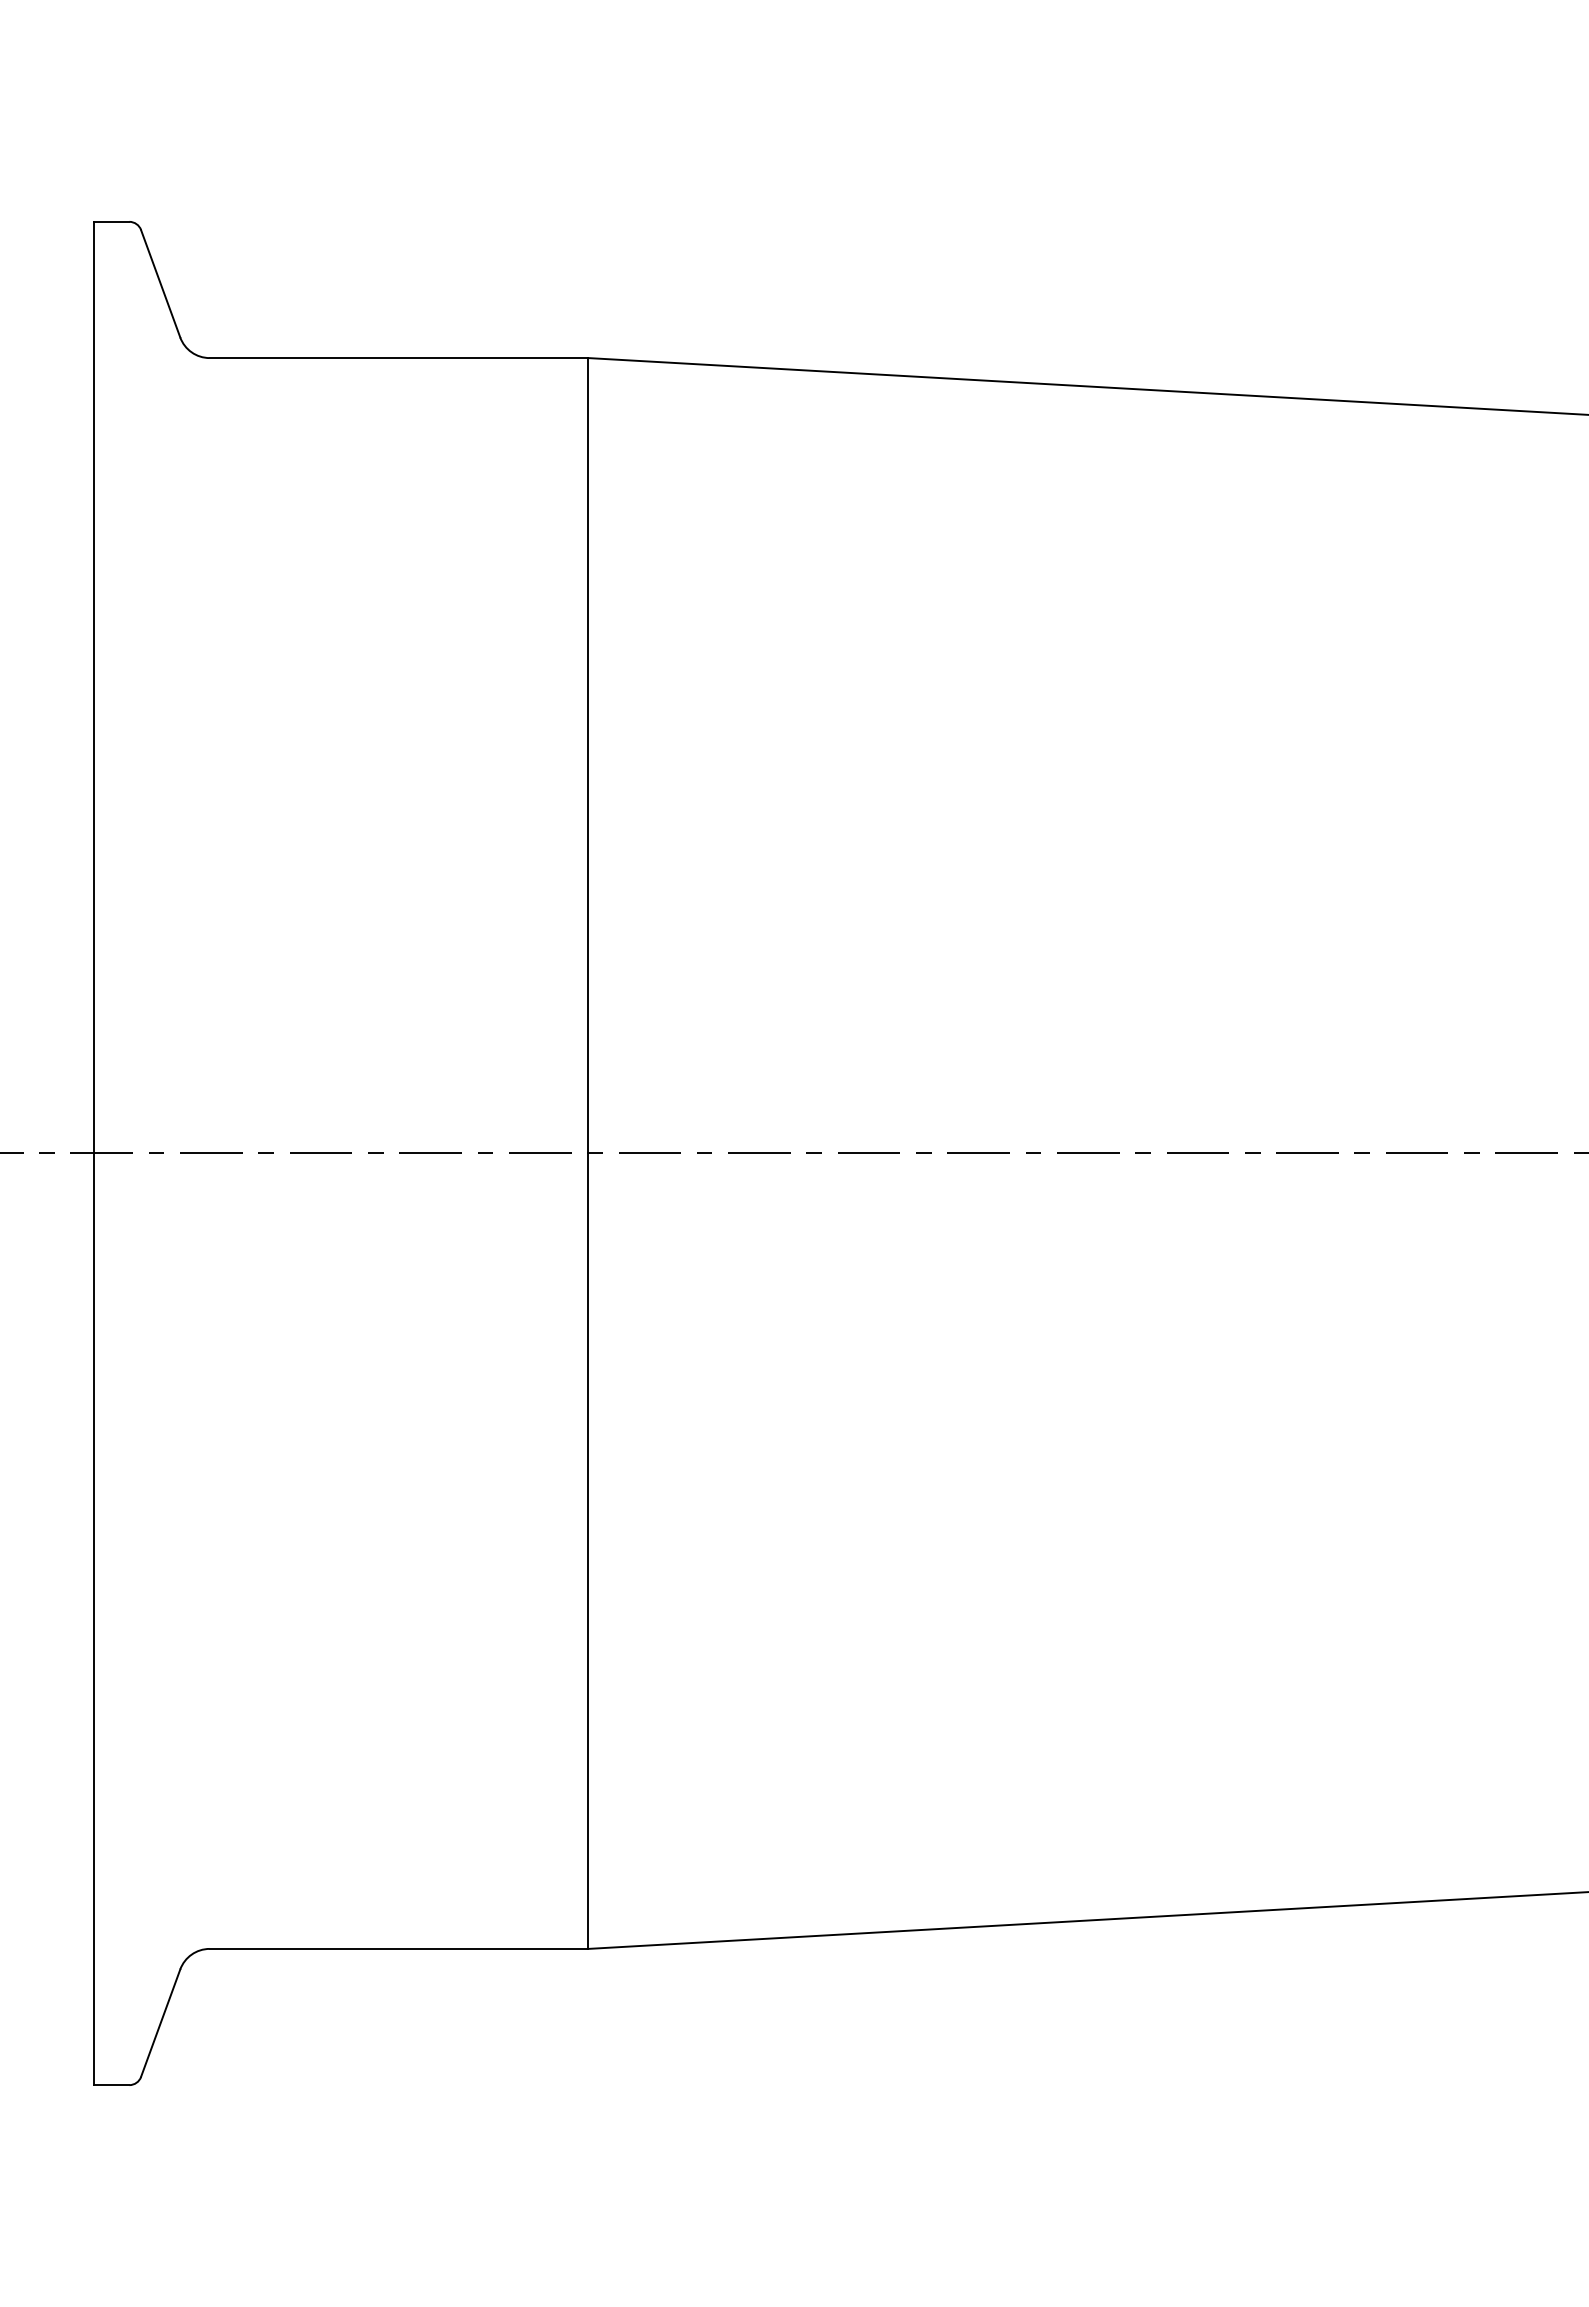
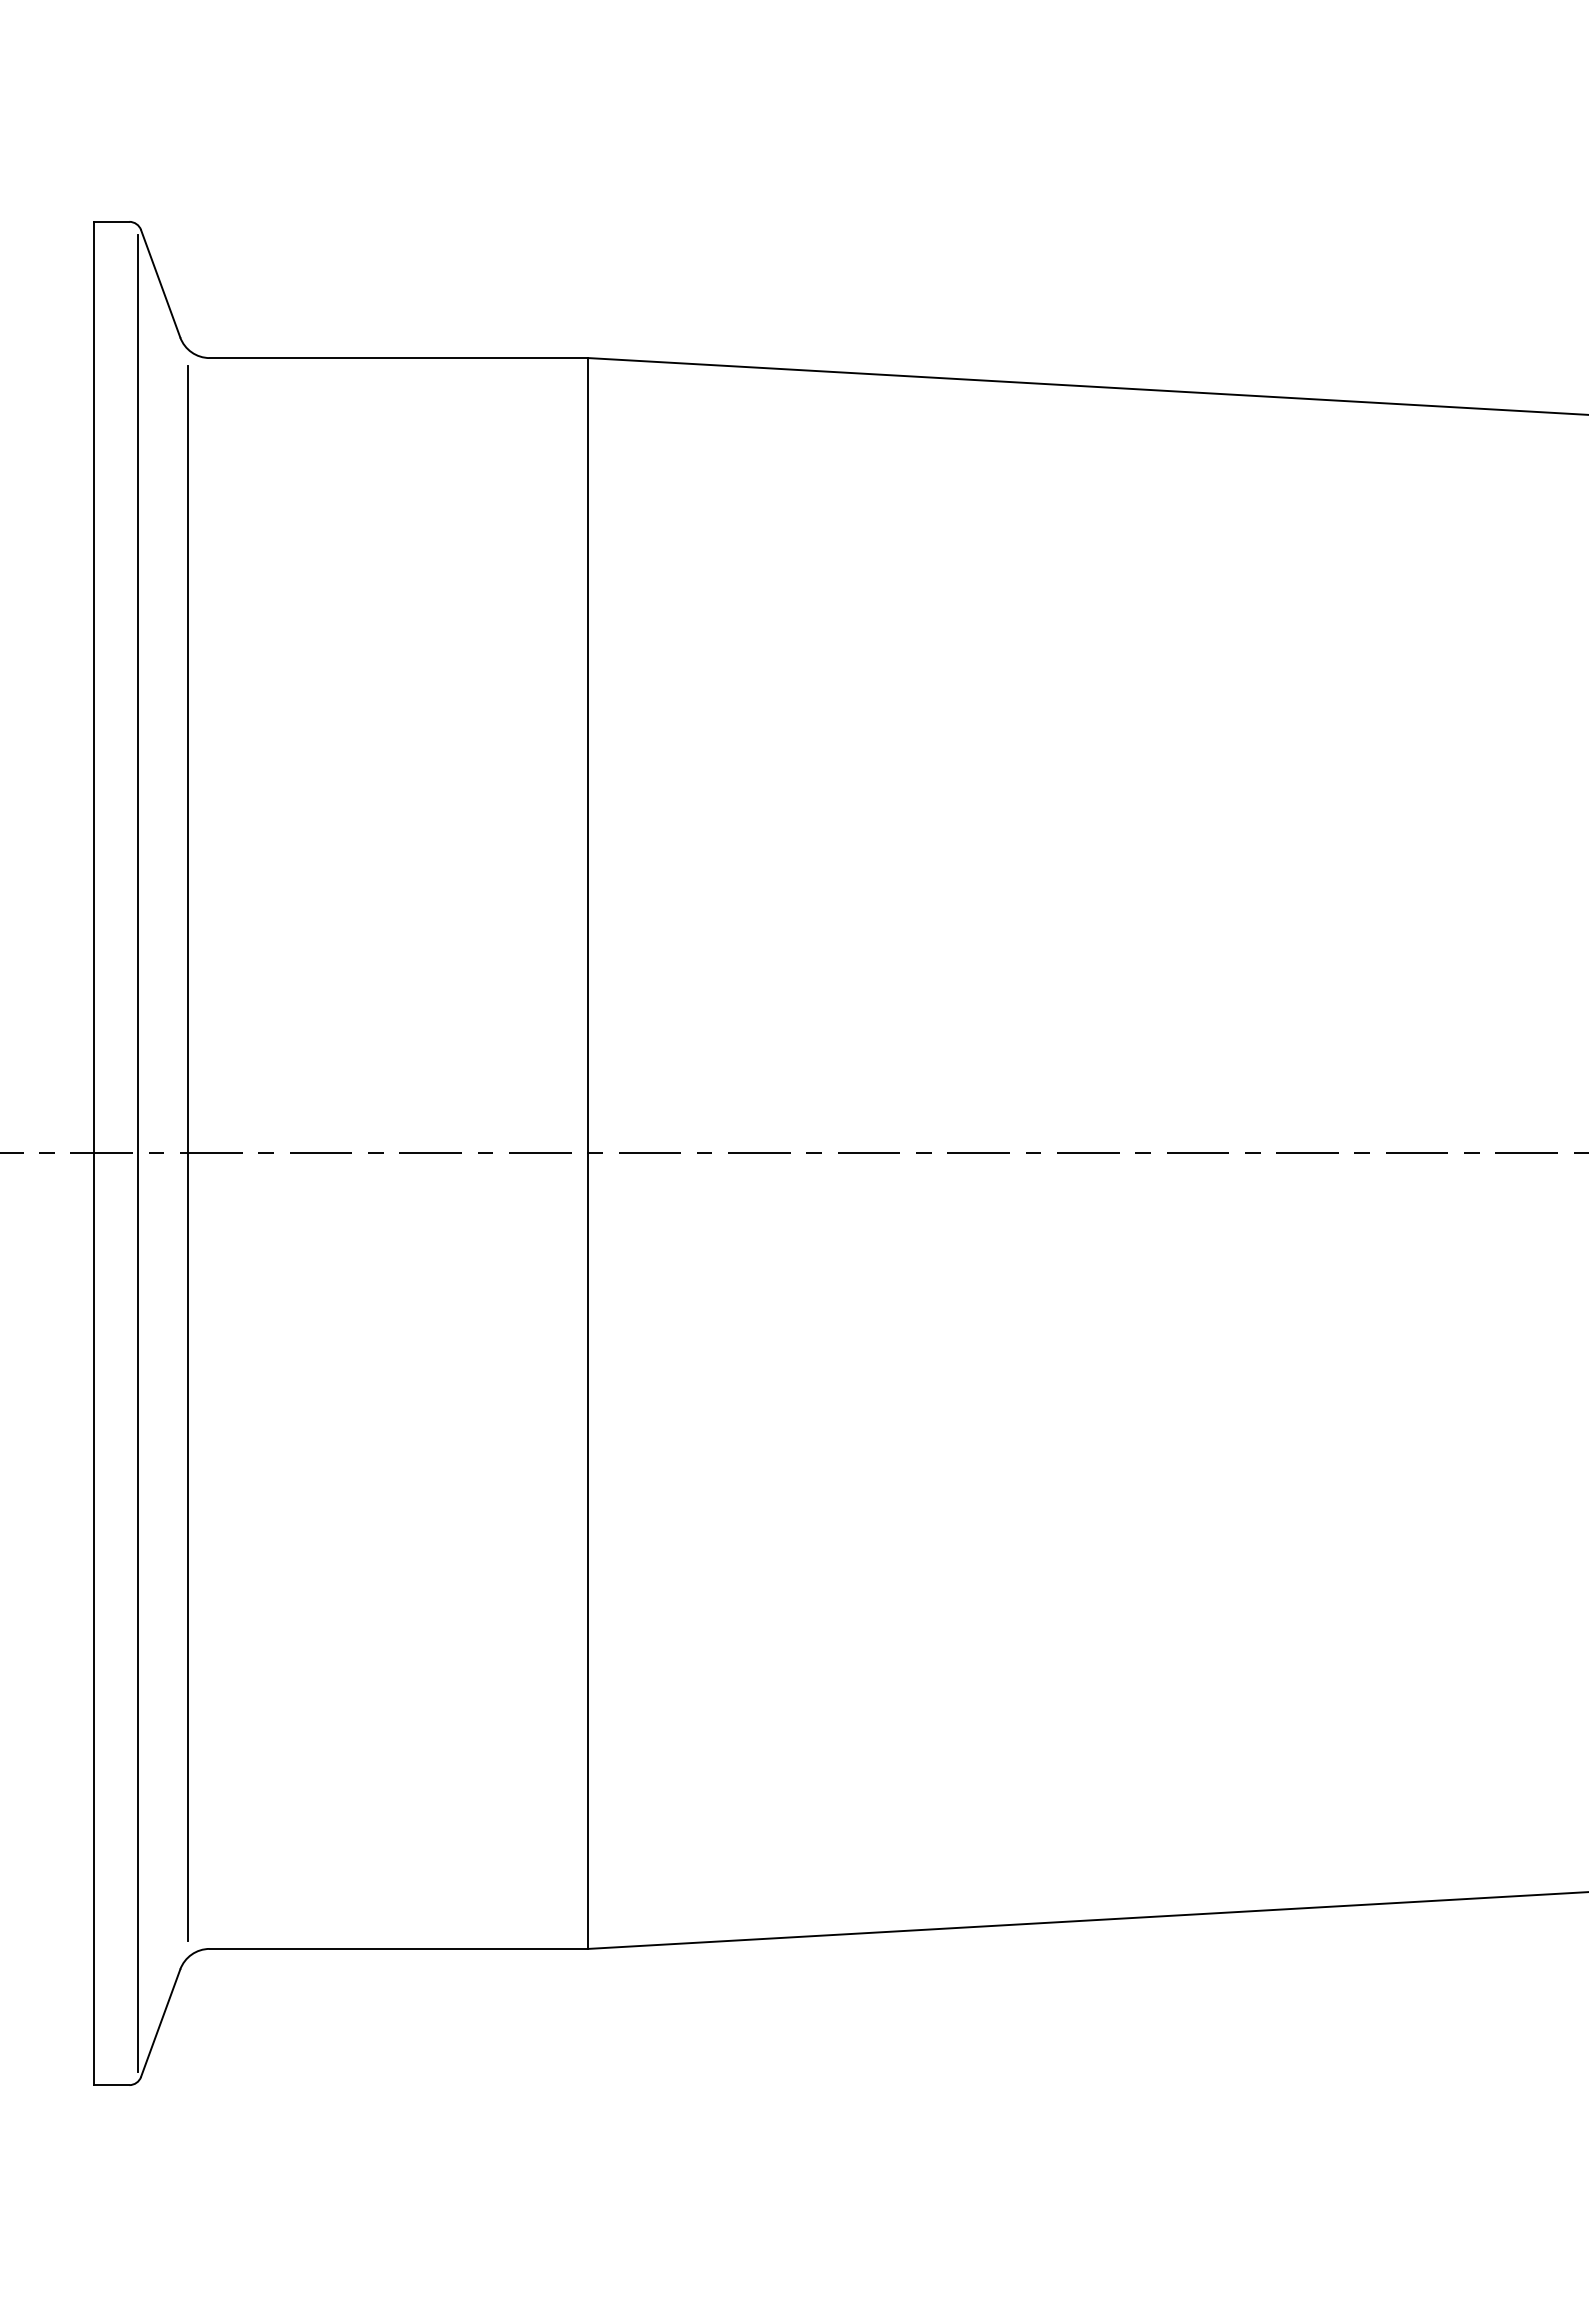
line at (138, 1153): none -> present
line at (187, 1153): none -> present
